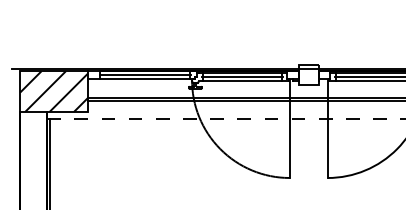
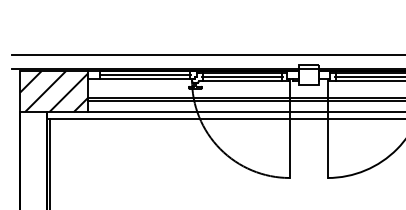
line at (207, 54): none -> present
line at (245, 111): none -> present
line at (226, 118): dashed -> solid
